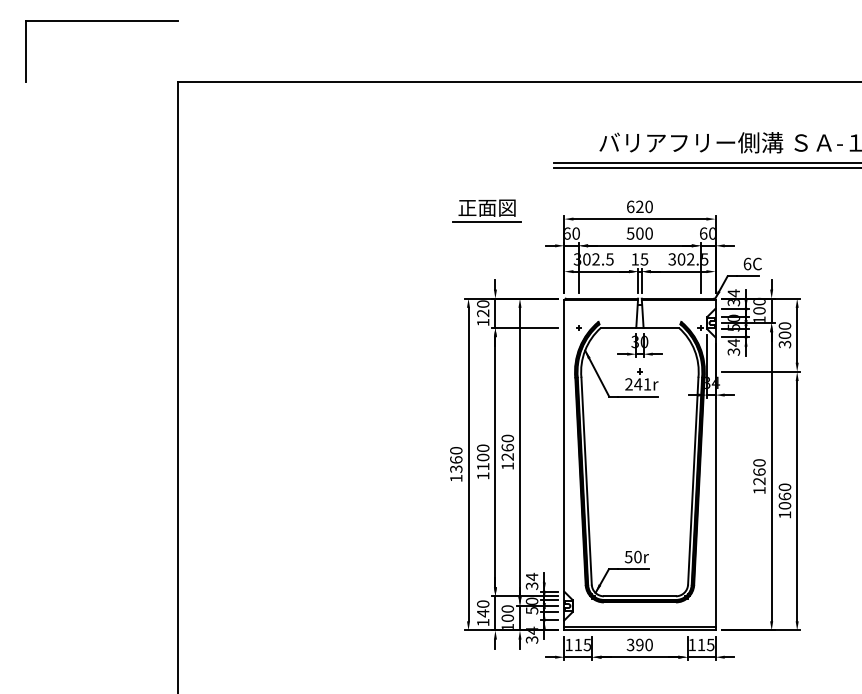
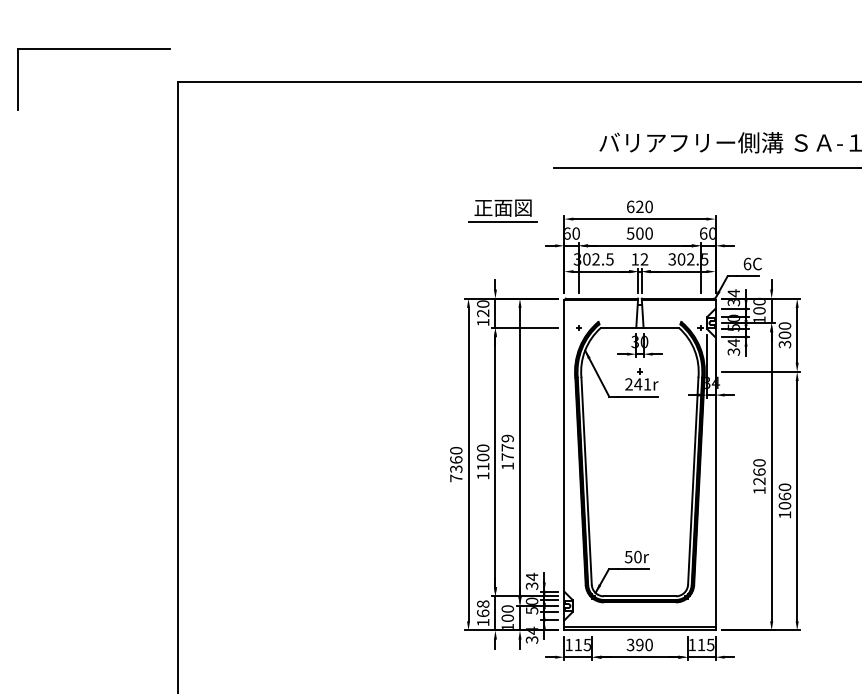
part at (101, 21) position: (101, 21) -> (93, 49)
line at (706, 163): present -> none
part at (486, 210) position: (486, 210) -> (502, 210)
text at (644, 259): 15 -> 12
text at (507, 447): 1260 -> 1779
text at (456, 478): 1360 -> 7360
text at (483, 608): 140 -> 168
